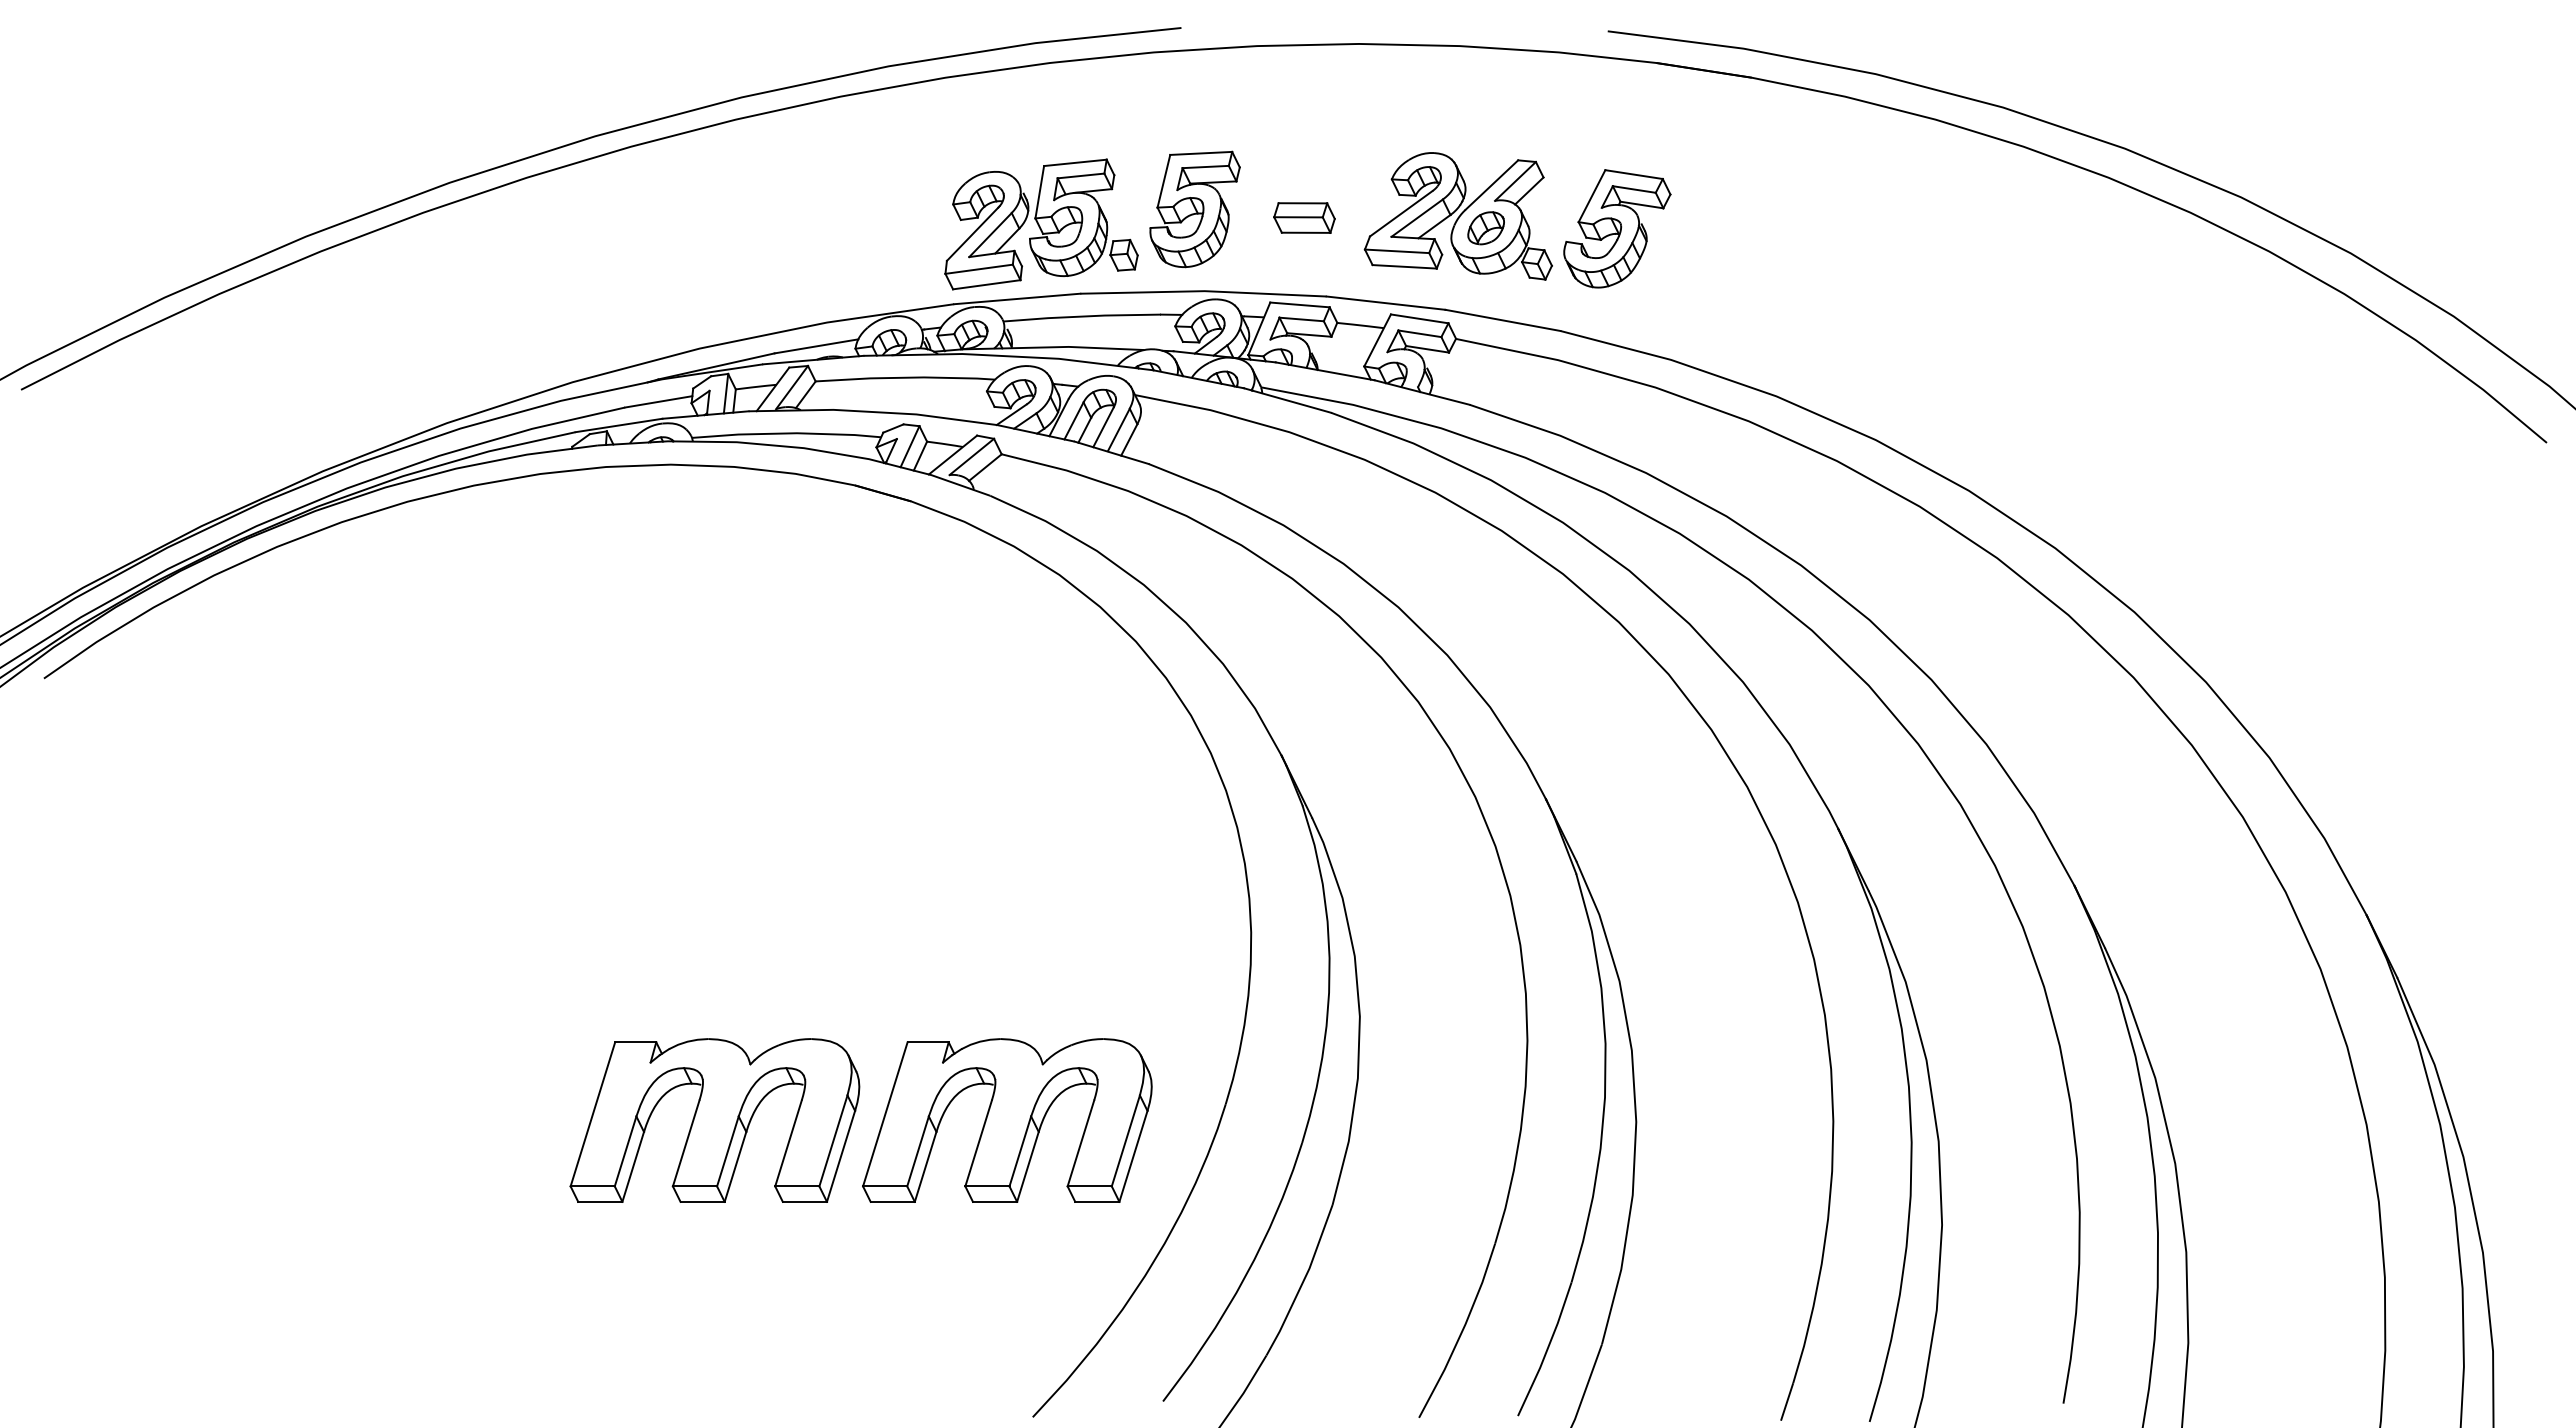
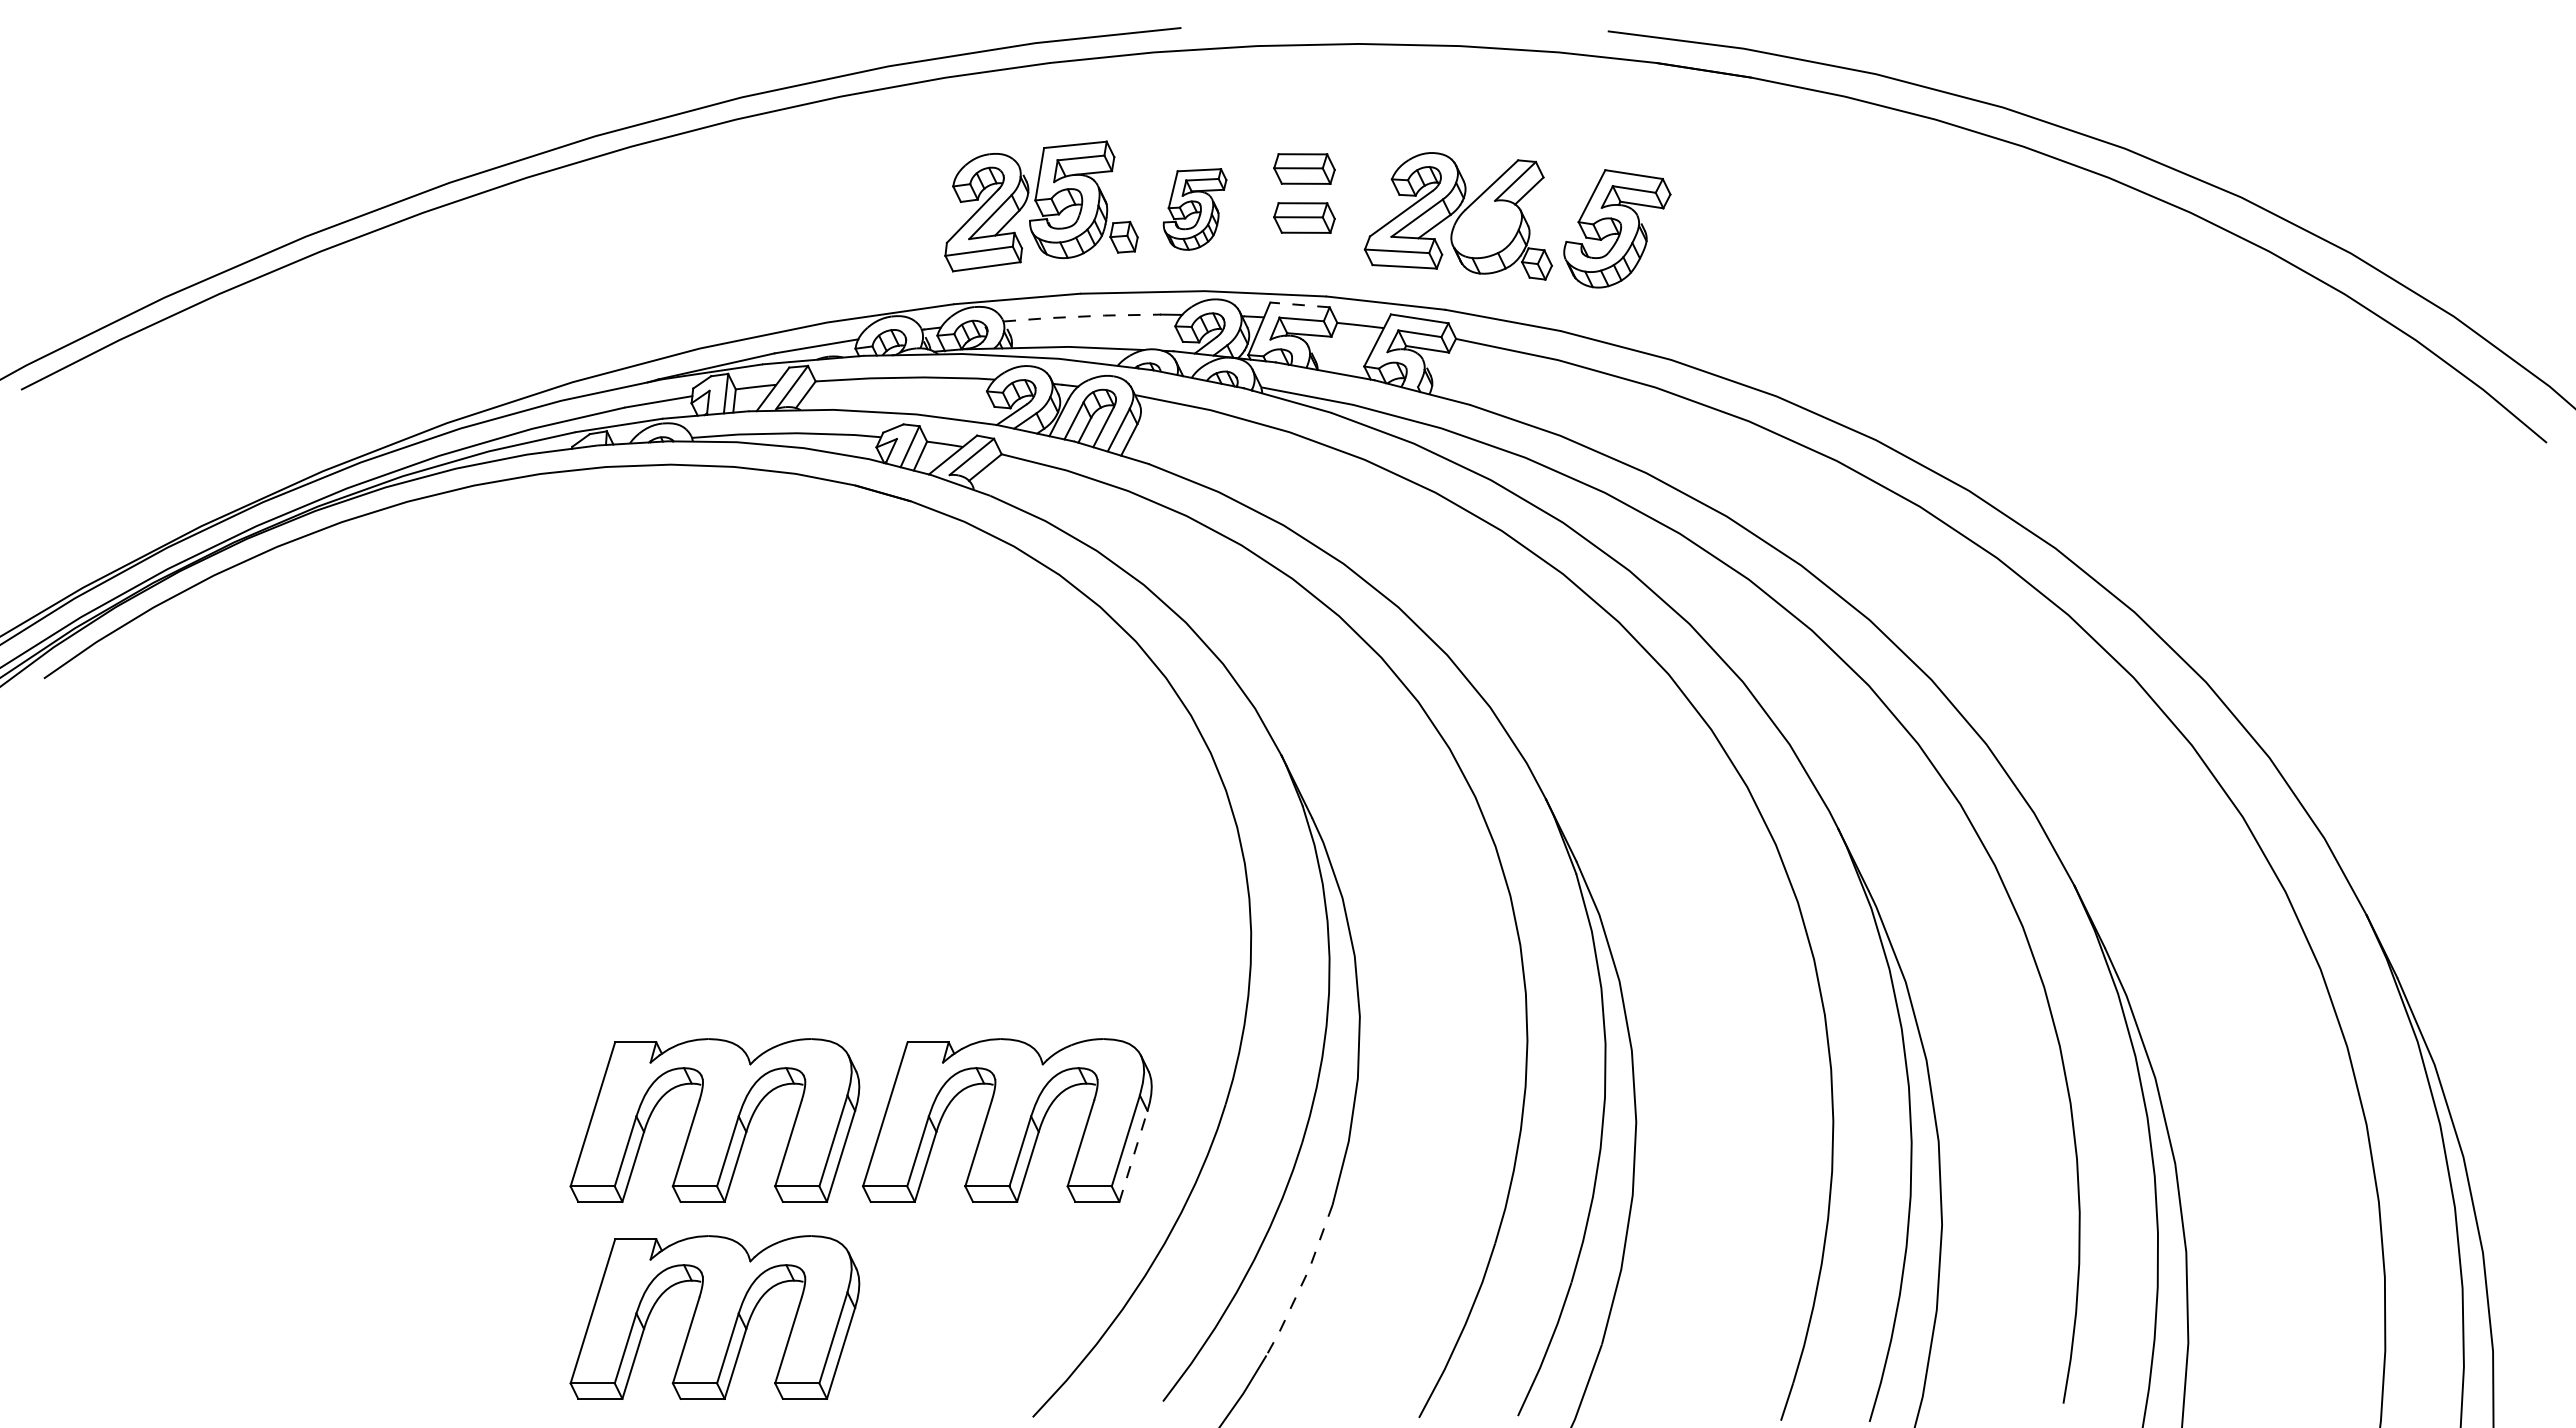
part at (1304, 168): none -> present
part at (1194, 209) size: 92x119 px -> 66x83 px
part at (1041, 224) position: (1041, 224) -> (1041, 206)
part at (1485, 228): present -> none
line at (1299, 304): solid -> dashed
line at (1082, 316): solid -> dashed
line at (1133, 1156): solid -> dashed
line at (1303, 1282): solid -> dashed
part at (714, 1317): none -> present
